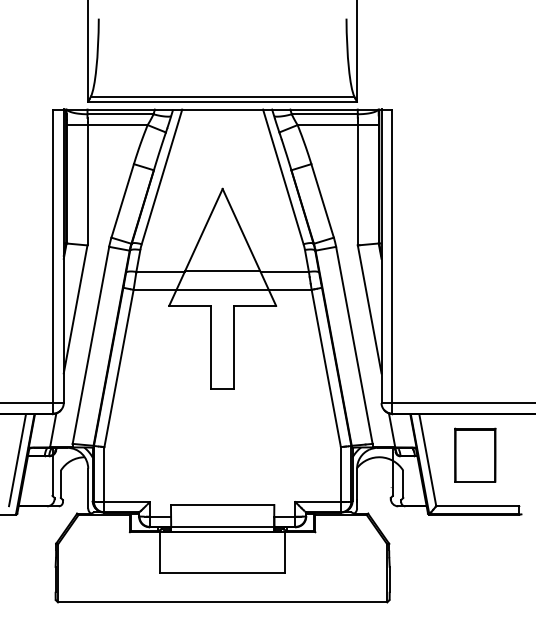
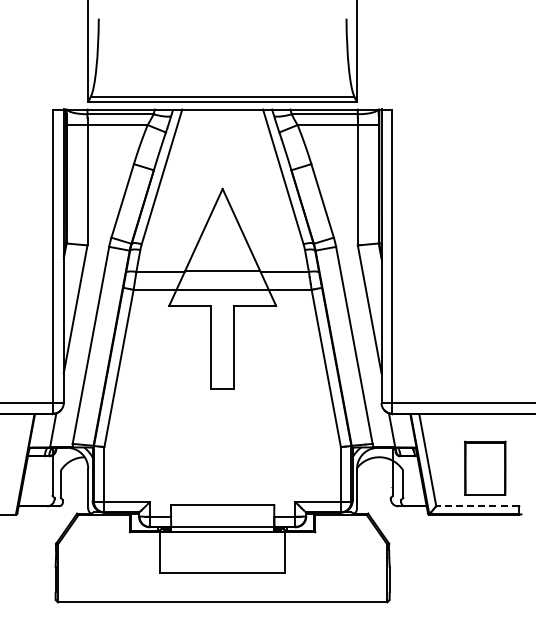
part at (475, 454) position: (475, 454) -> (485, 467)
line at (17, 460): present -> none
line at (477, 506): solid -> dashed
